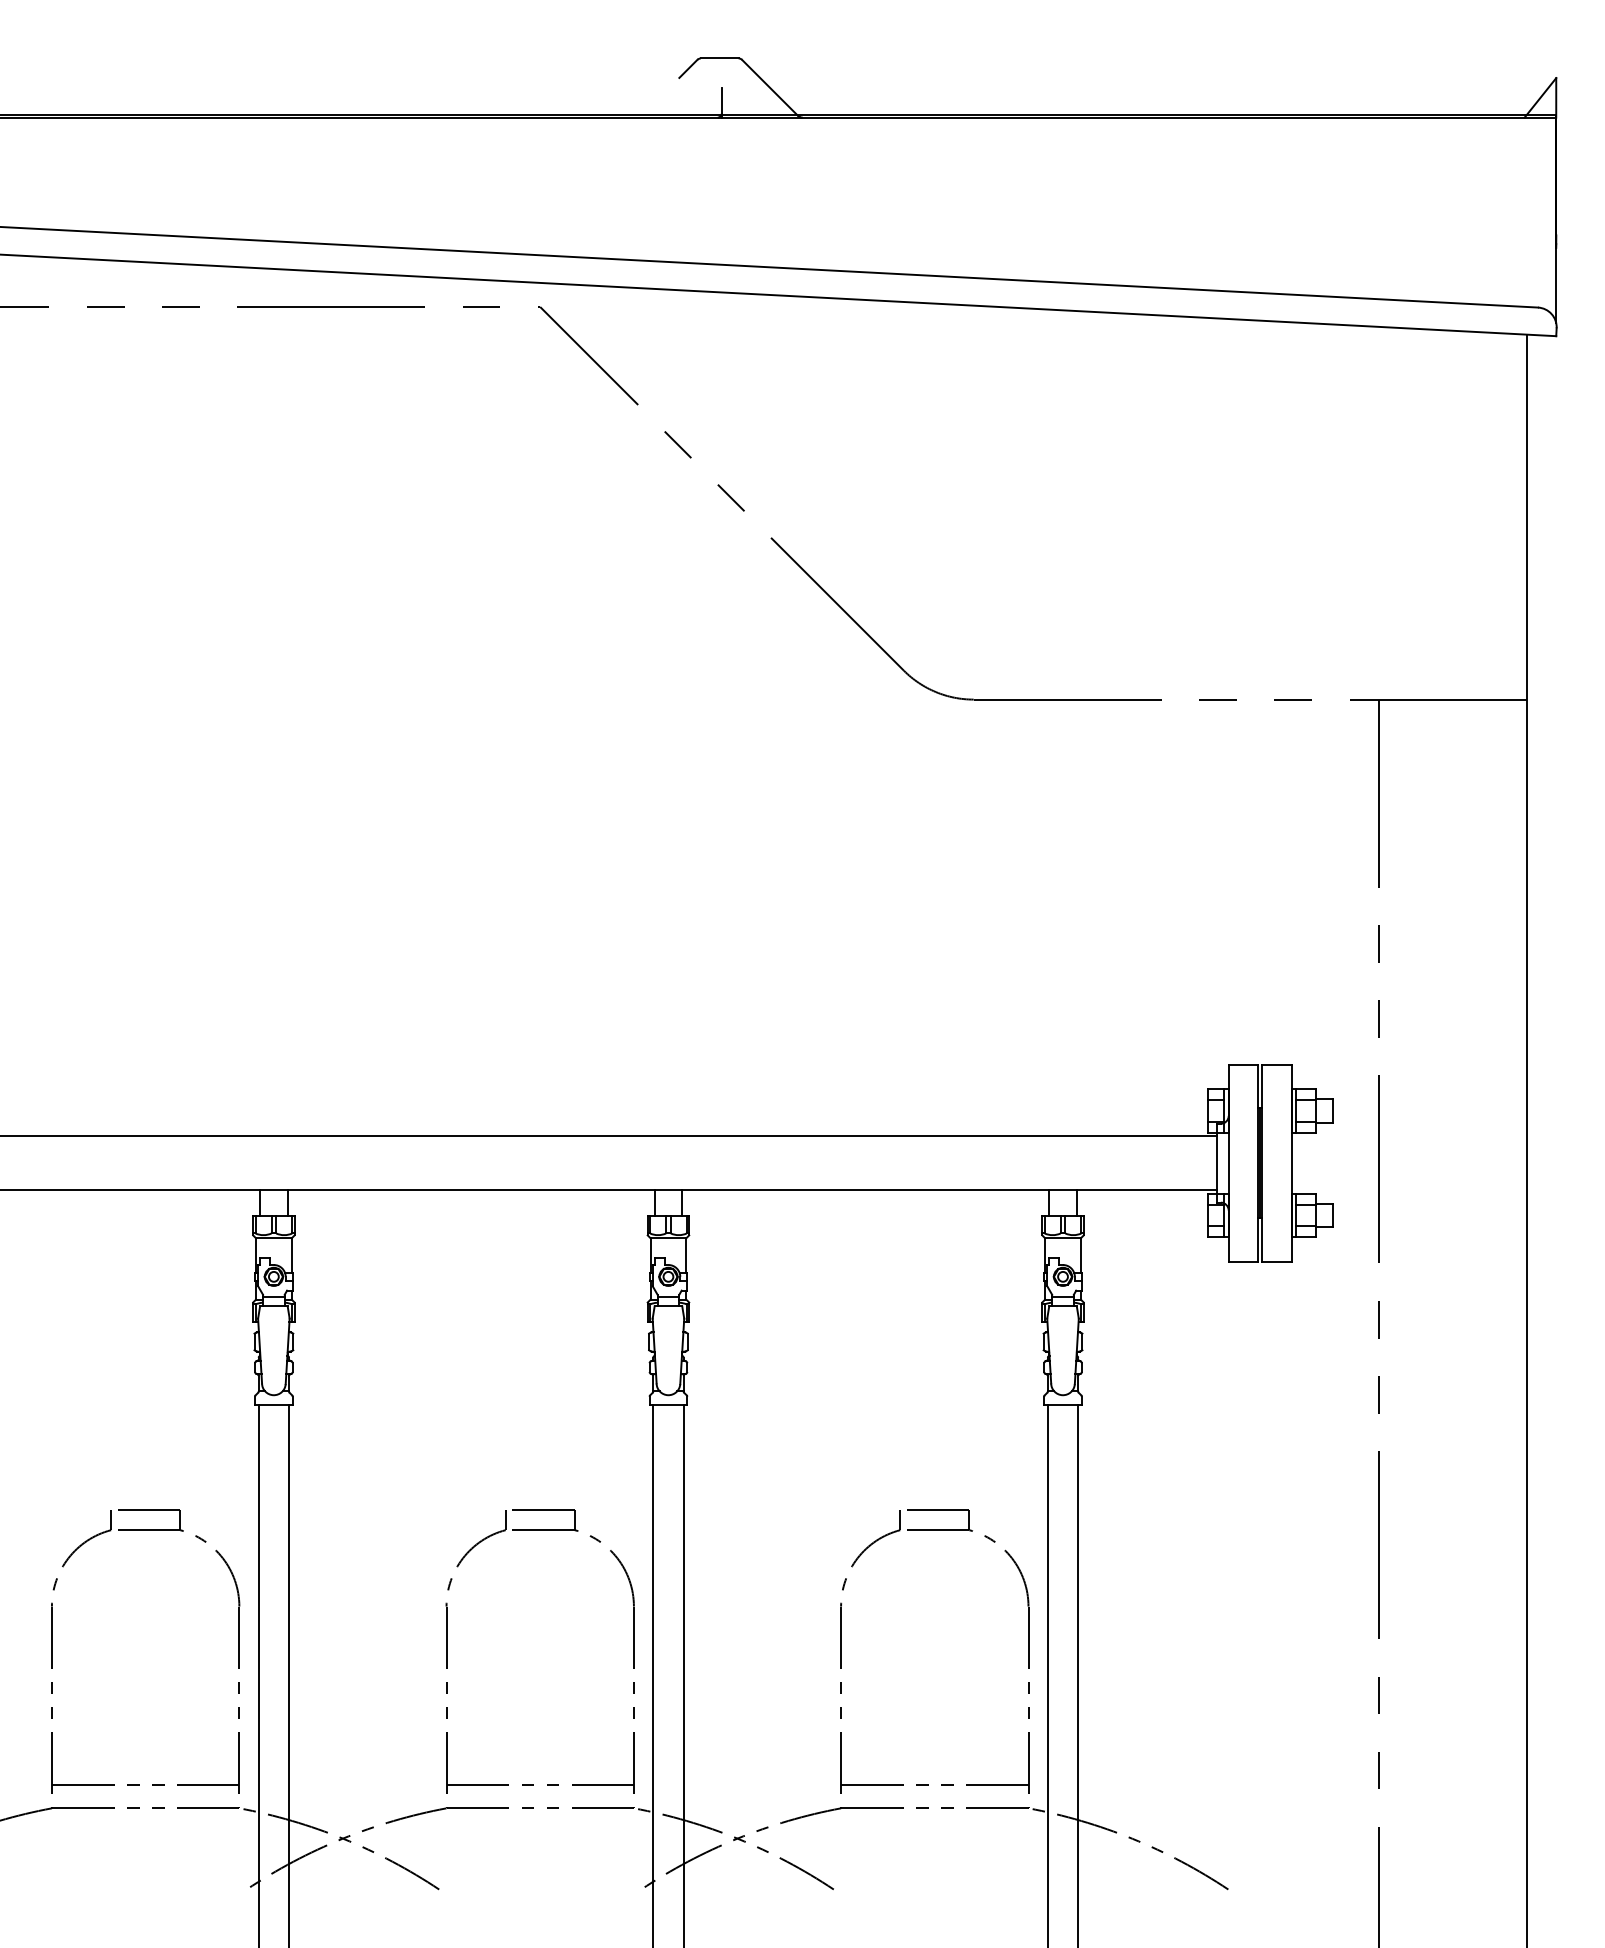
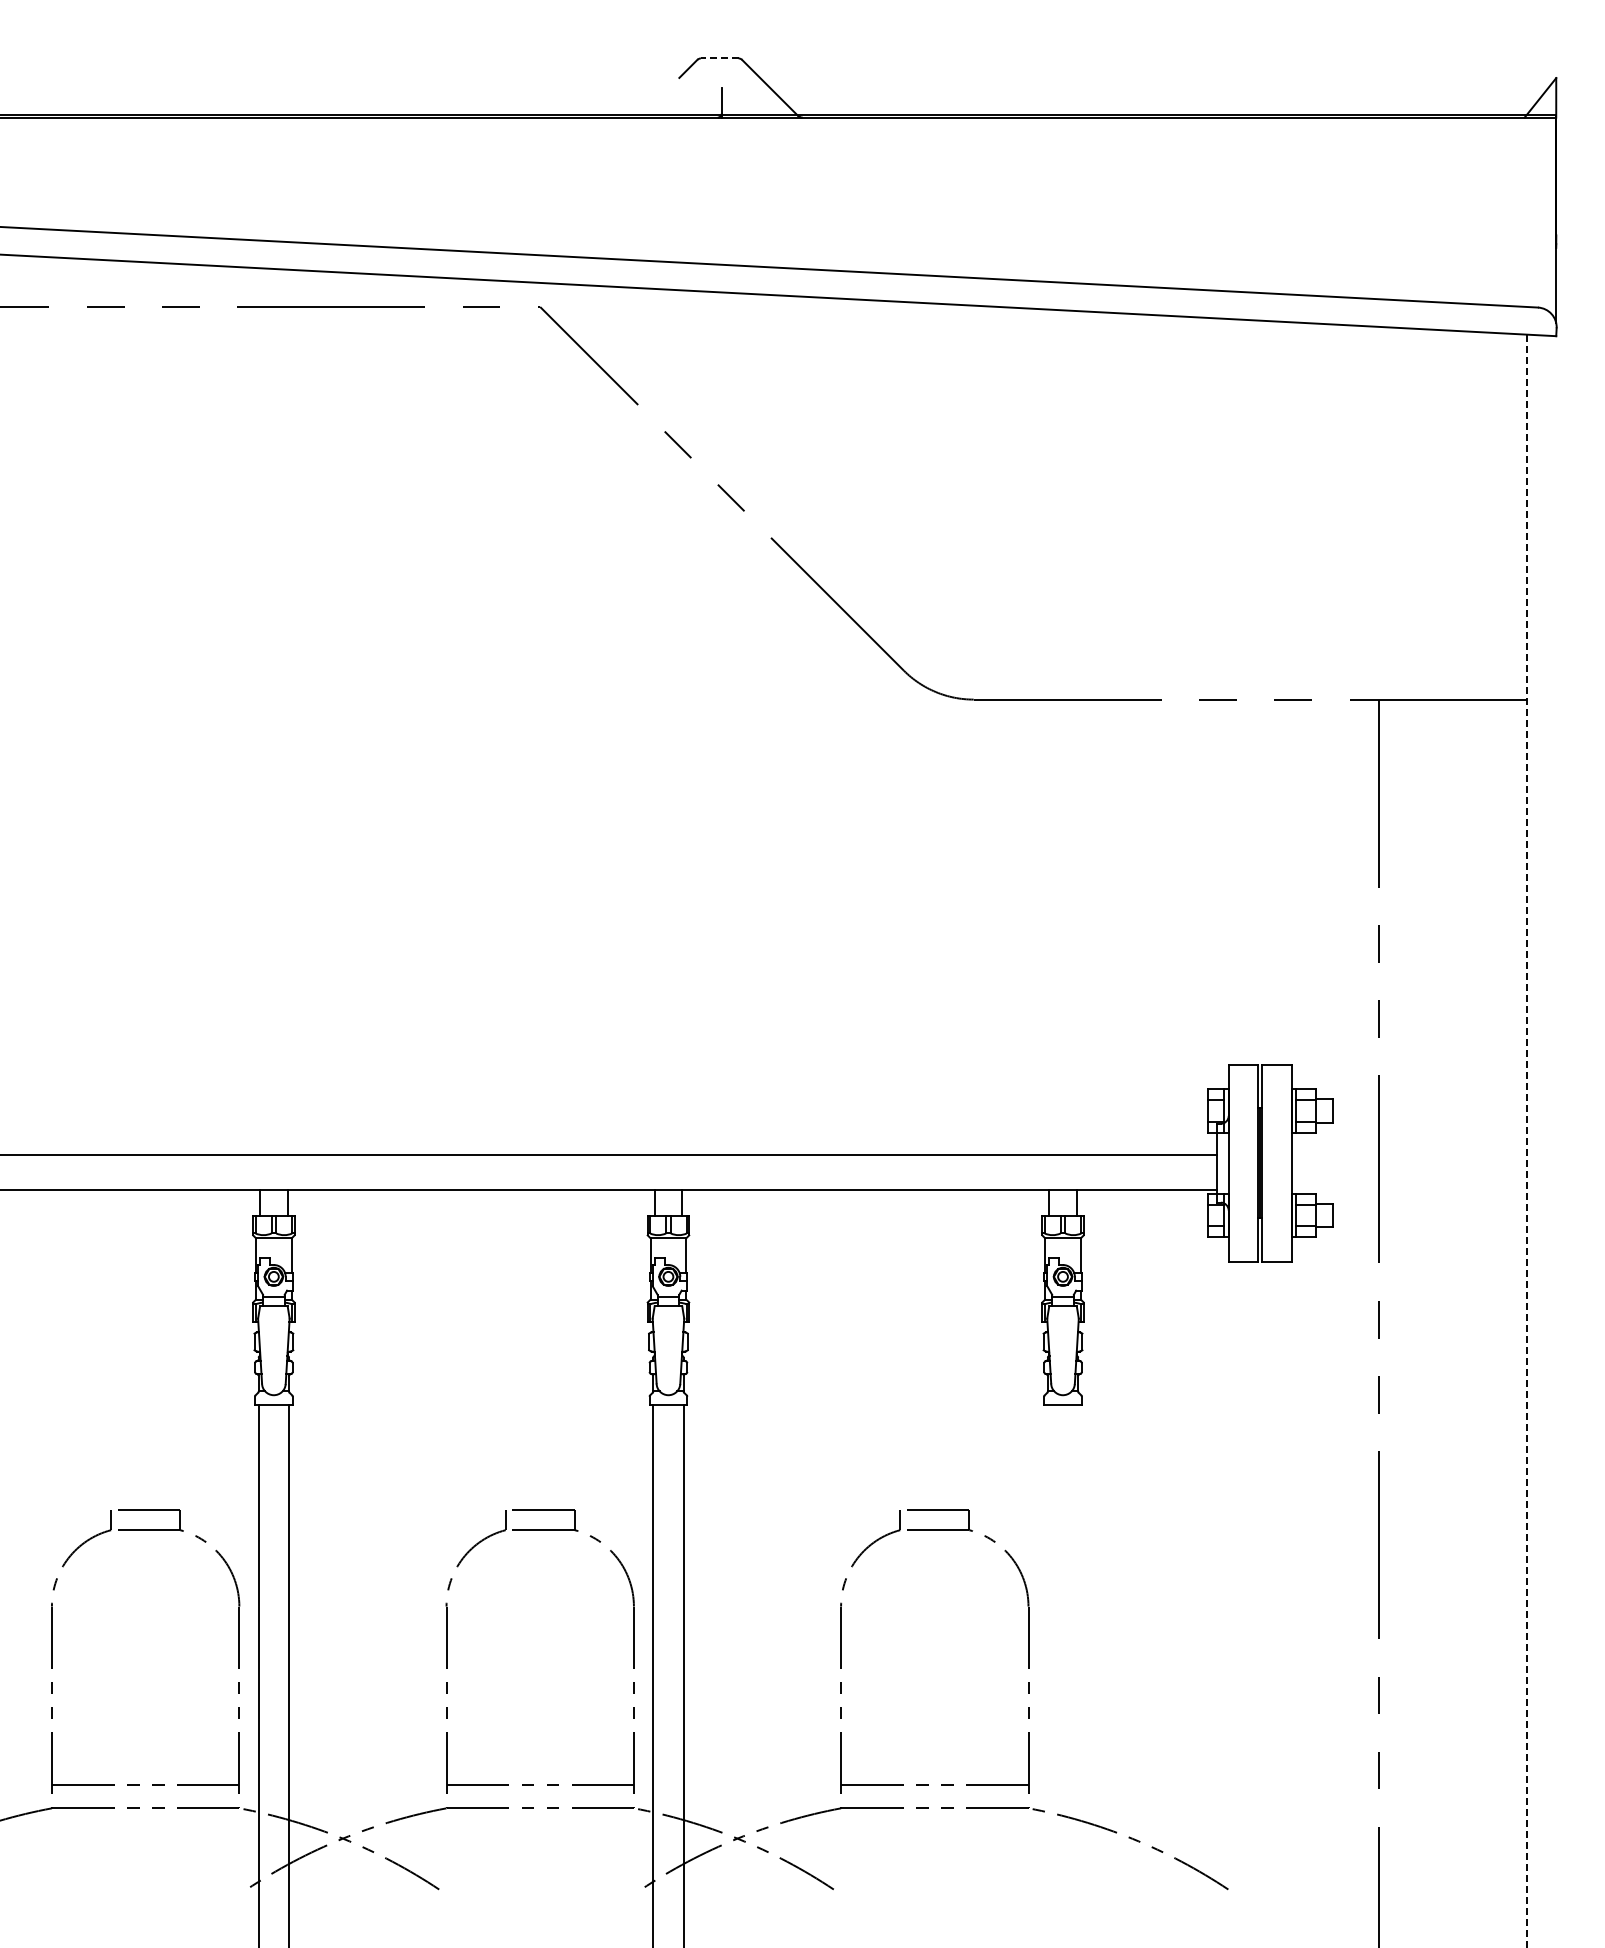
line at (719, 58): solid -> dashed
line at (609, 1136) position: (609, 1136) -> (609, 1155)
line at (1526, 1141): solid -> dashed
line at (1047, 1674): present -> none
line at (1078, 1674): present -> none
